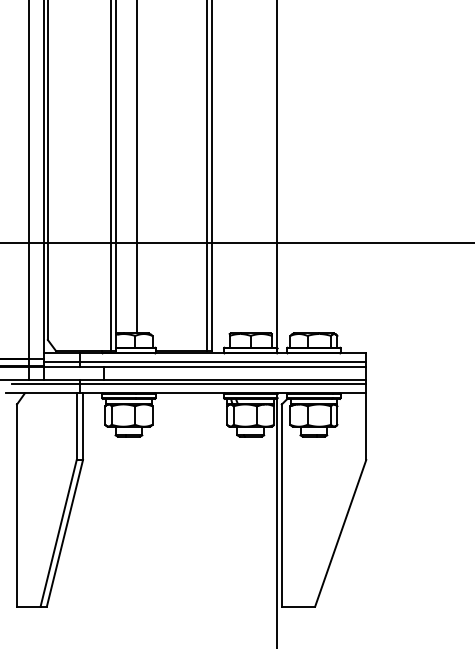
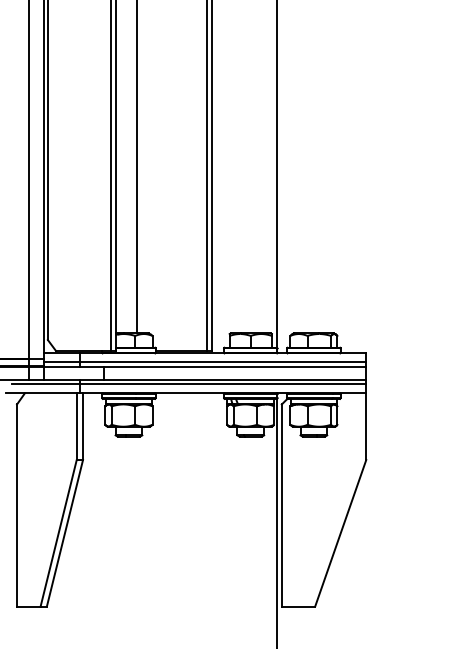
line at (236, 243): present -> none
